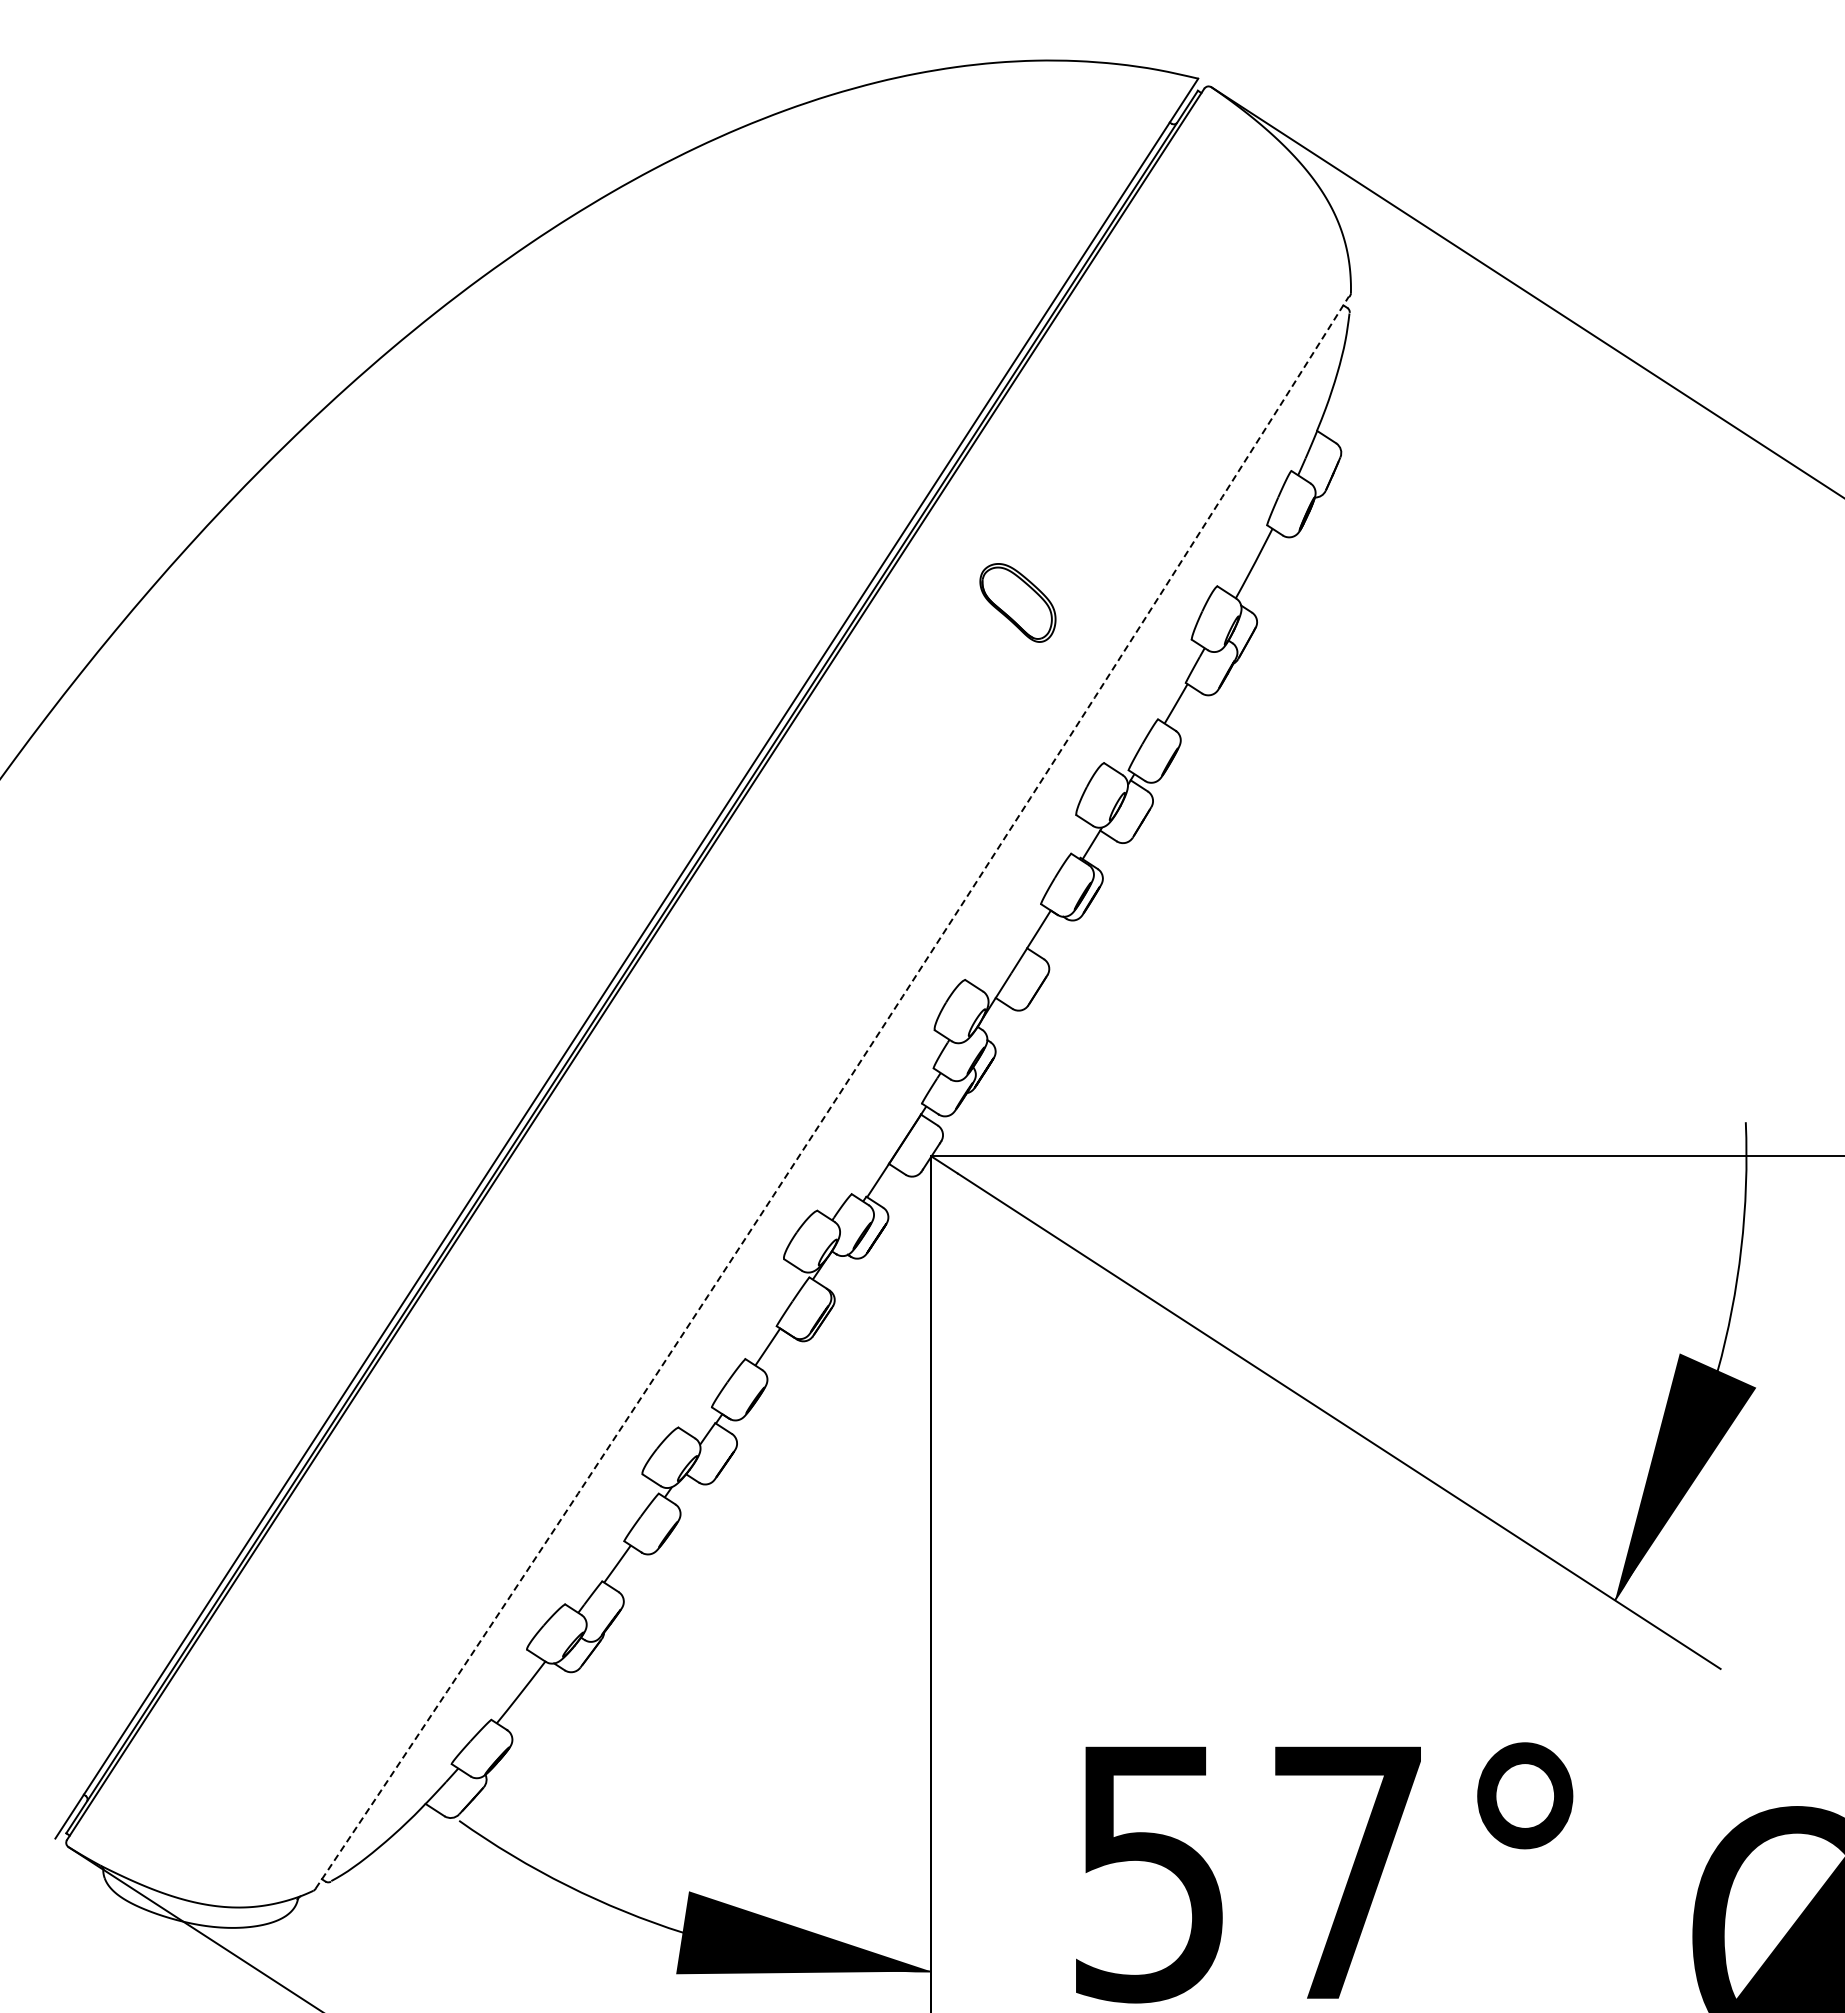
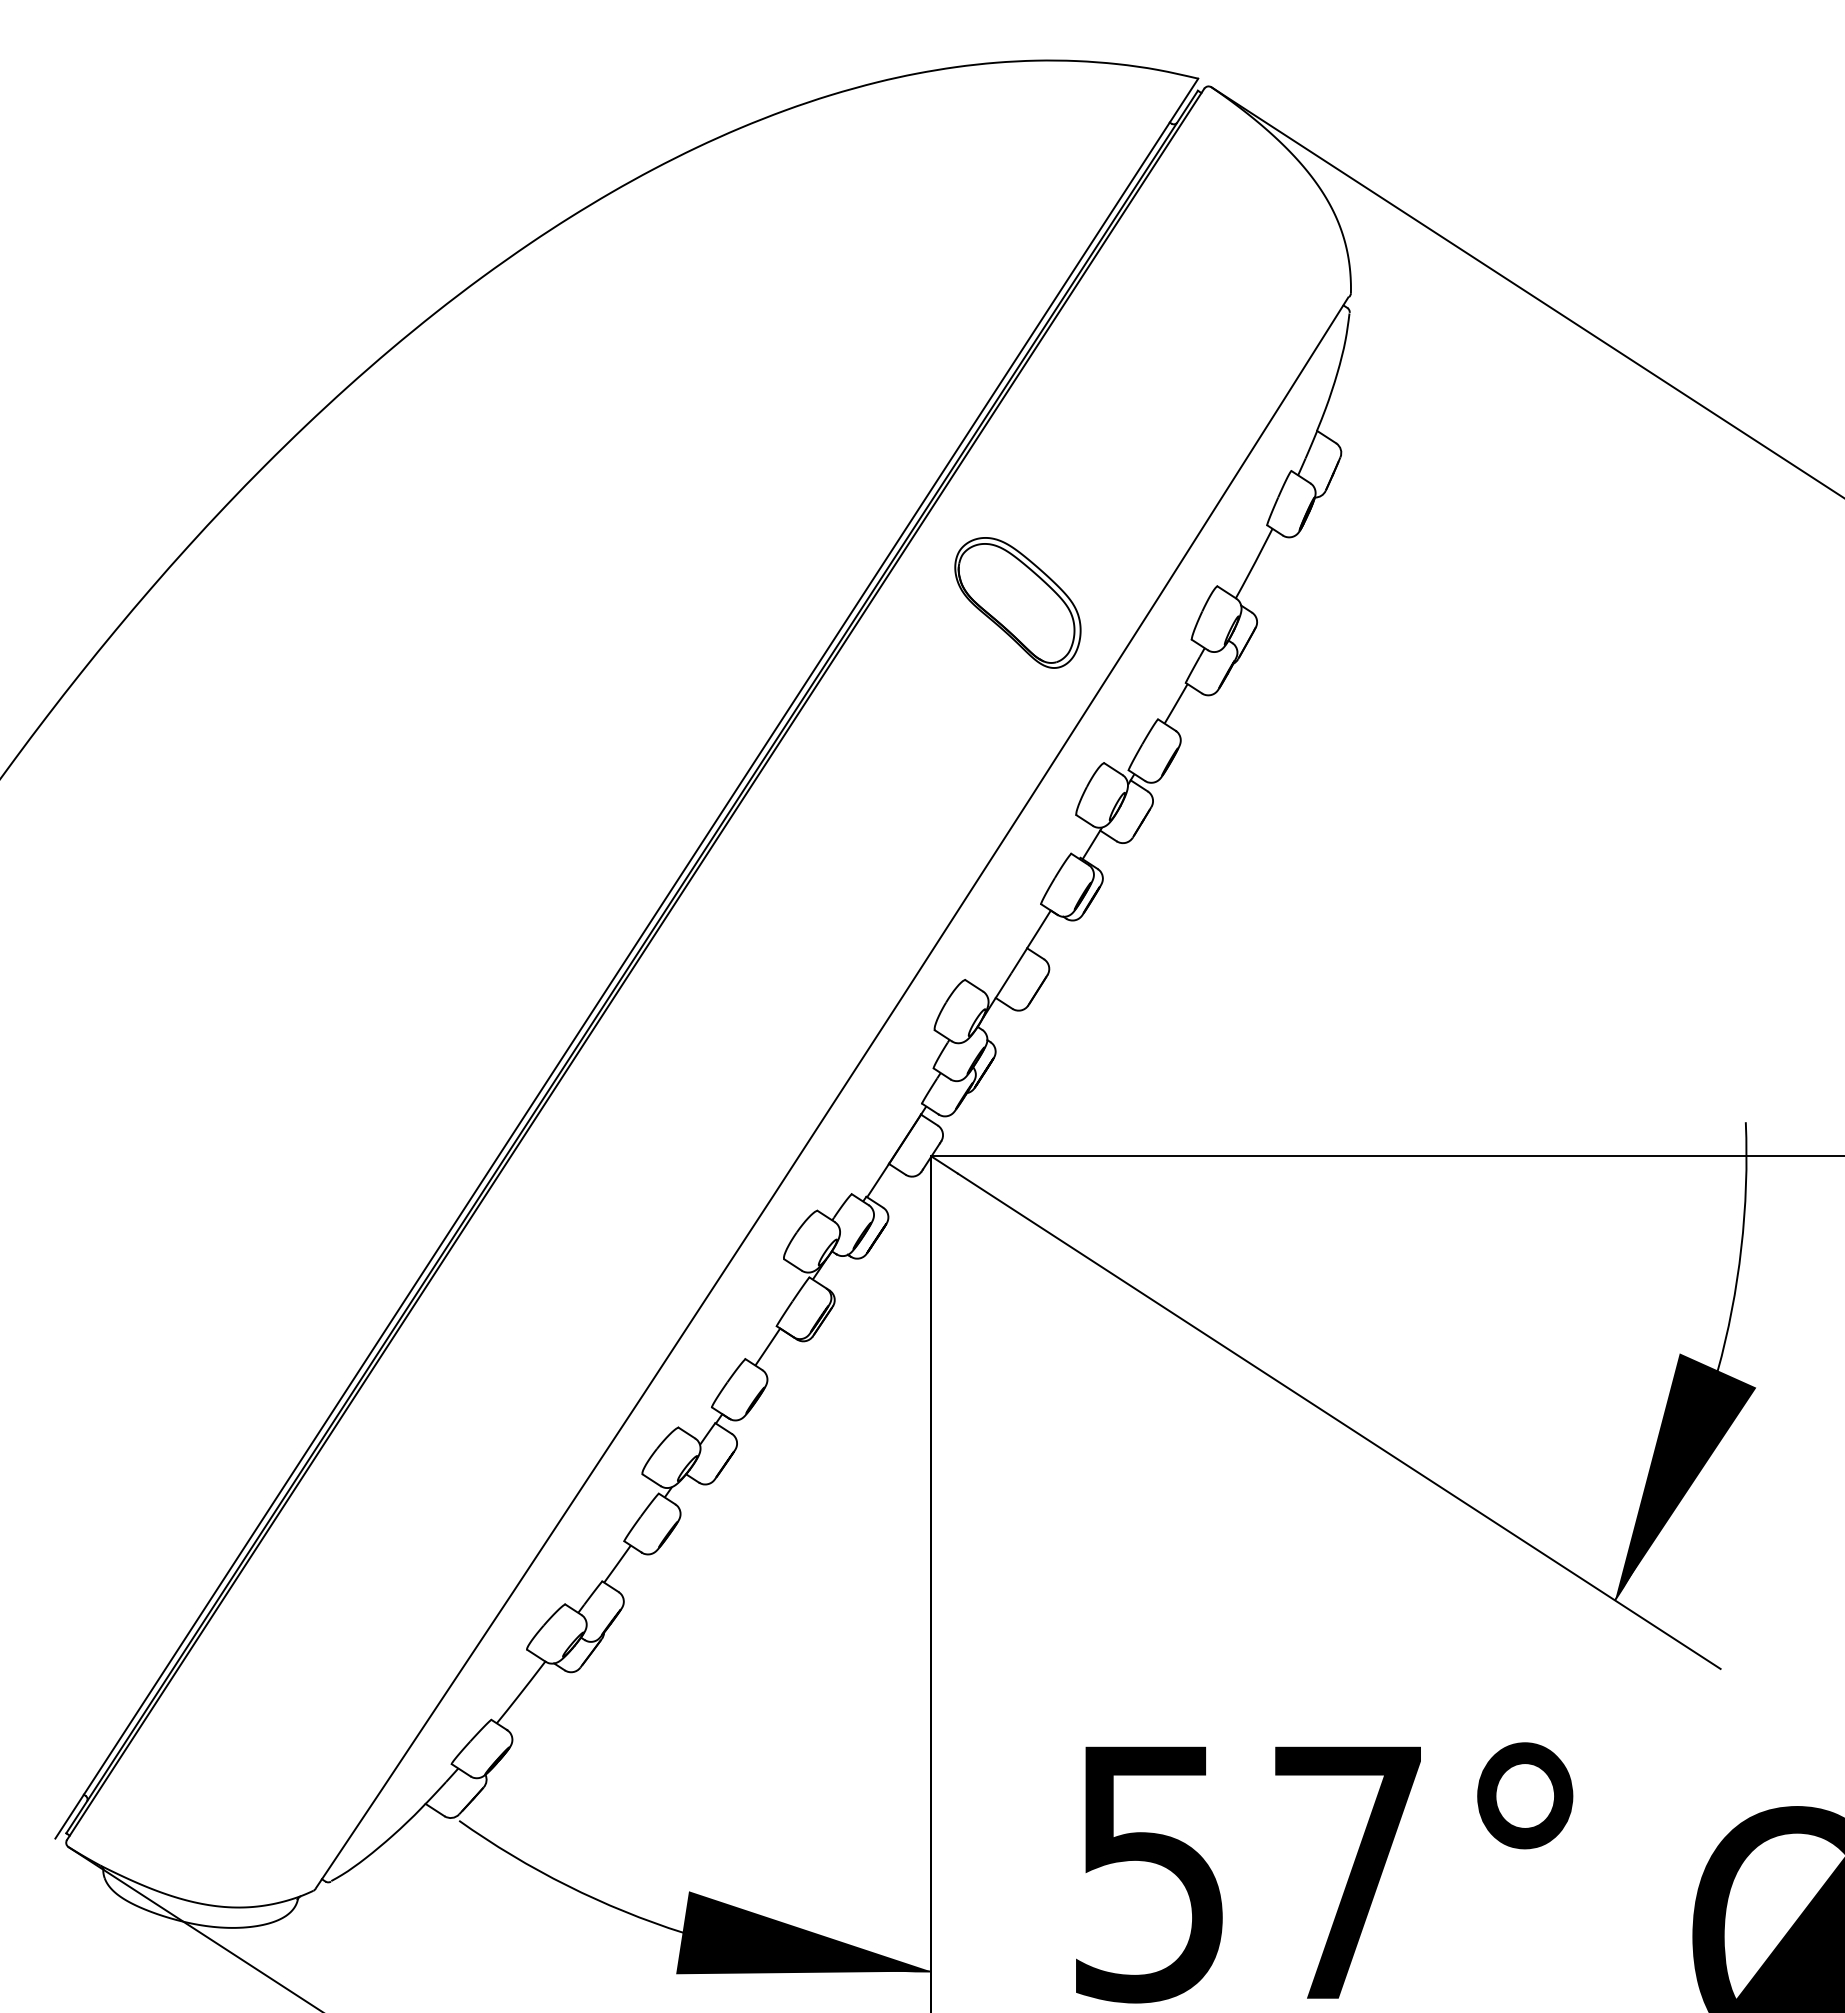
part at (1017, 602) size: 78x80 px -> 128x132 px
arc at (838, 1096): dashed -> solid
